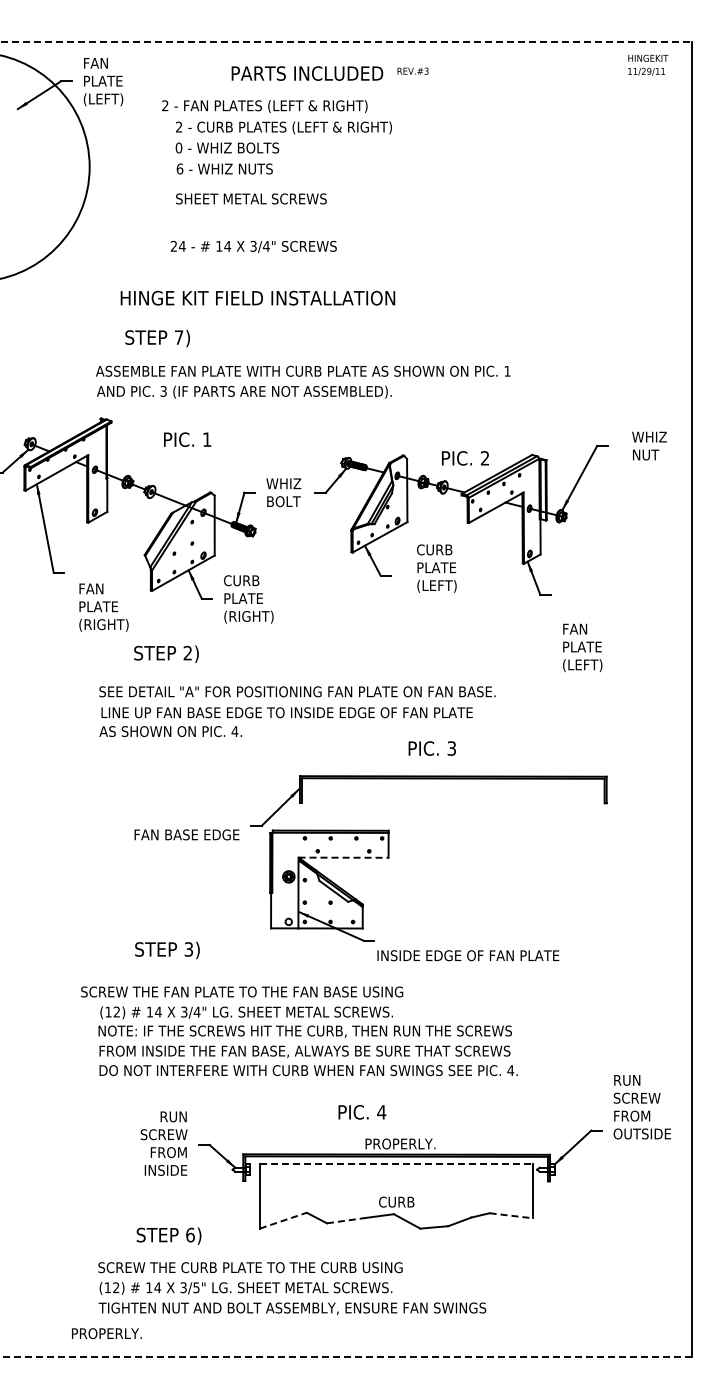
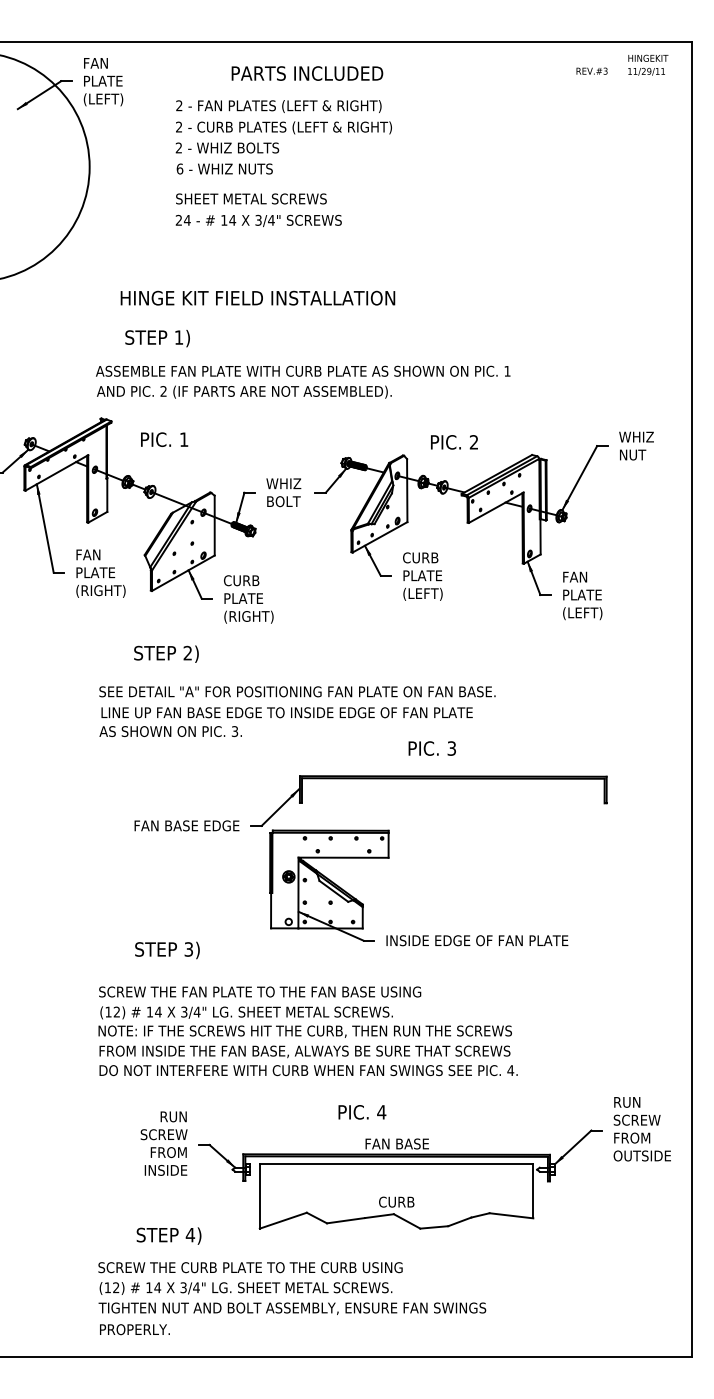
line at (346, 41): dashed -> solid
text at (412, 70) position: (412, 70) -> (591, 70)
text at (264, 106) position: (264, 106) -> (278, 106)
text at (178, 147): 0 -> 2
text at (253, 246) position: (253, 246) -> (258, 220)
text at (179, 337): 7) -> 1)
text at (163, 391): 3 -> 2
text at (187, 439) position: (187, 439) -> (164, 439)
text at (649, 445) position: (649, 445) -> (636, 445)
text at (465, 458) position: (465, 458) -> (454, 442)
text at (436, 568) position: (436, 568) -> (422, 576)
text at (103, 607) position: (103, 607) -> (100, 573)
text at (582, 647) position: (582, 647) -> (582, 595)
text at (234, 731): 4. -> 3.
text at (186, 834) position: (186, 834) -> (186, 825)
line at (344, 857): dashed -> solid
text at (468, 955) position: (468, 955) -> (477, 940)
text at (242, 991) position: (242, 991) -> (260, 991)
text at (641, 1107) position: (641, 1107) -> (641, 1129)
text at (400, 1143): PROPERLY. -> FAN BASE
line at (396, 1164): dashed -> solid
line at (511, 1215): dashed -> solid
line at (283, 1220): dashed -> solid
line at (346, 1220): dashed -> solid
text at (190, 1234): 6) -> 4)
text at (196, 1287): 3/5" -> 3/4"
text at (106, 1333) position: (106, 1333) -> (134, 1329)
line at (346, 1357): dashed -> solid
